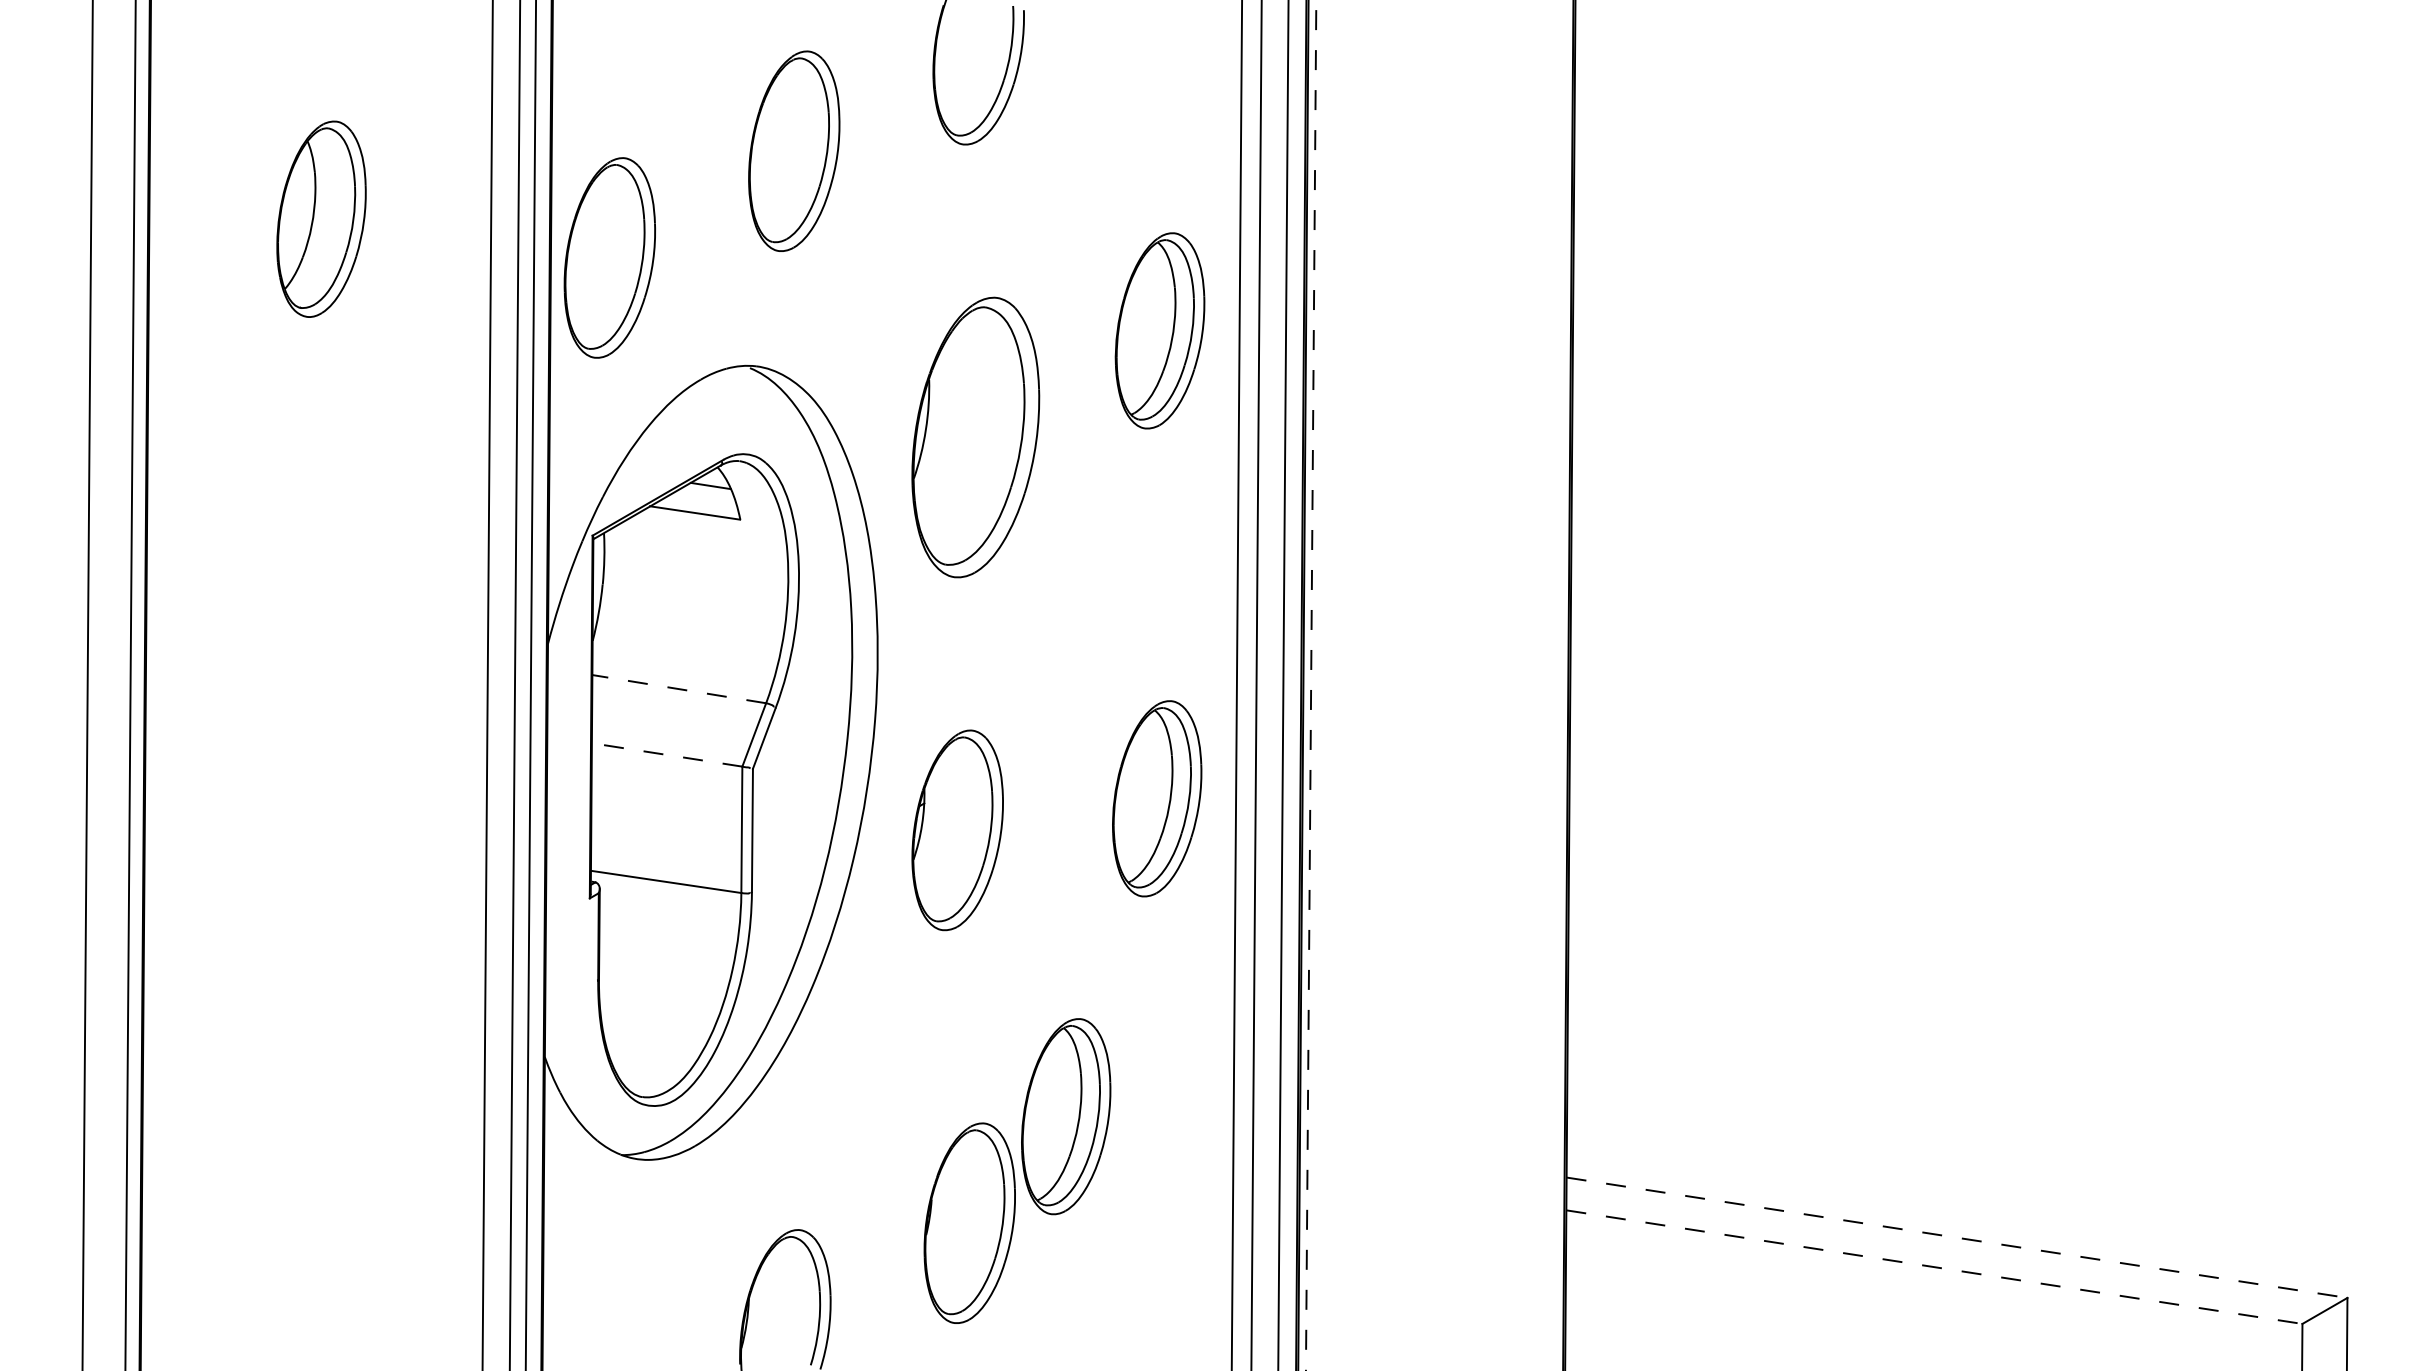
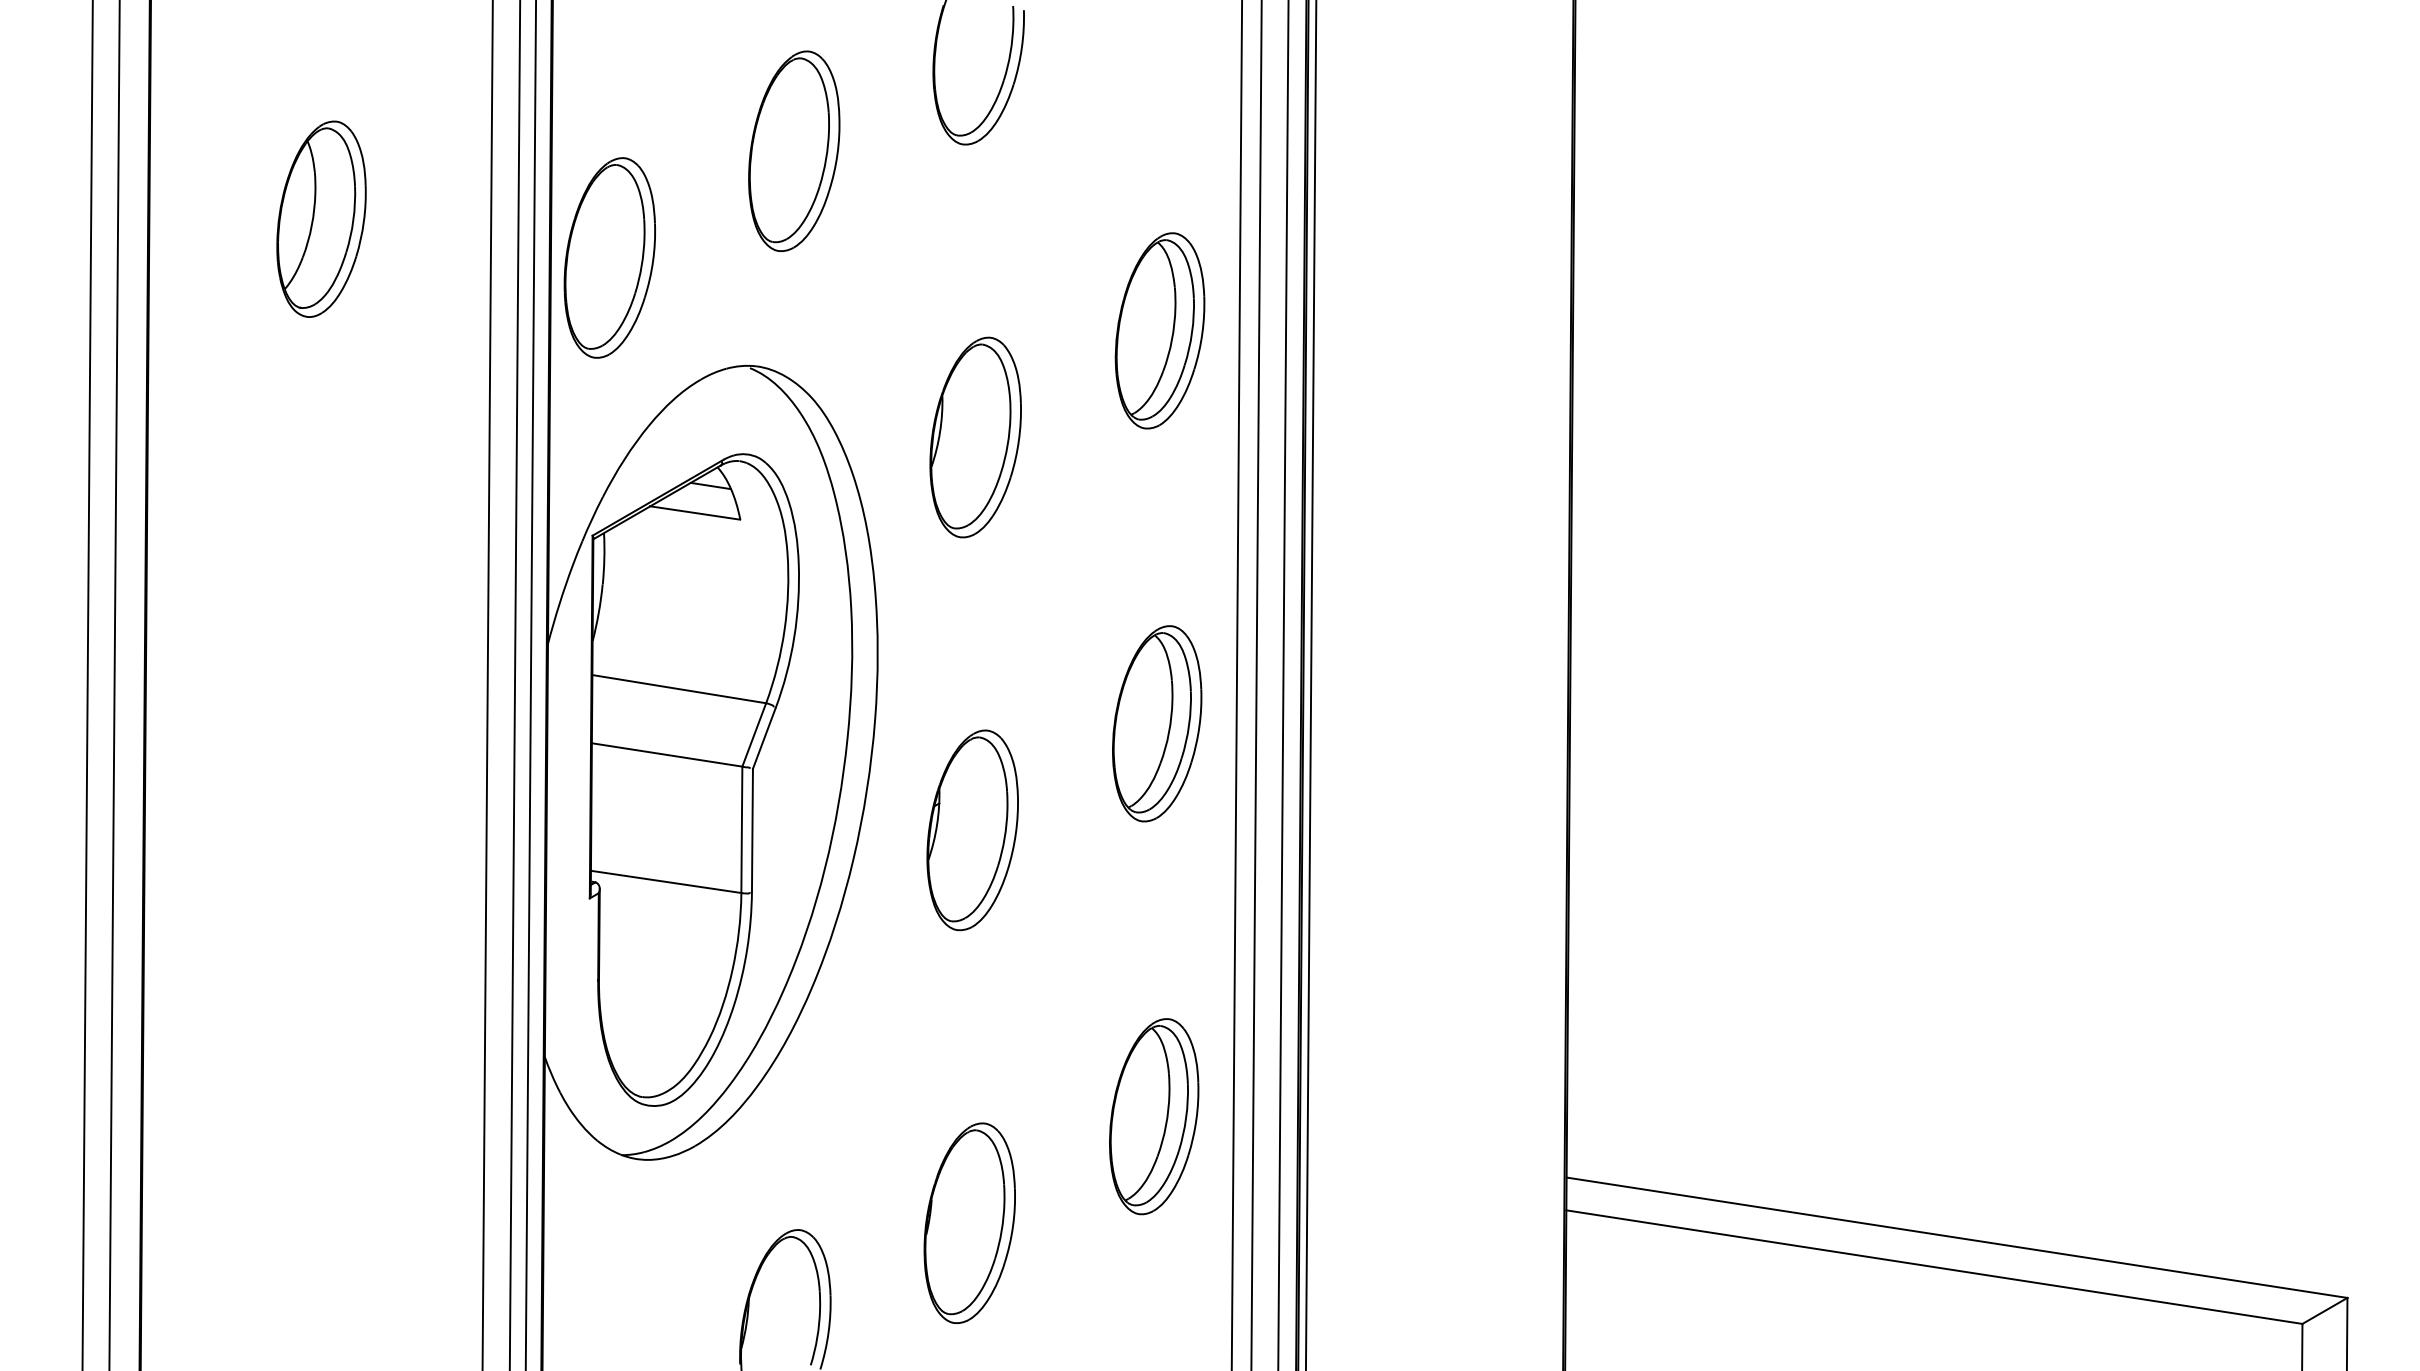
part at (975, 437) size: 130x283 px -> 93x203 px
line at (130, 684) position: (130, 684) -> (114, 684)
line at (1311, 685): dashed -> solid
line at (678, 689): dashed -> solid
line at (666, 754): dashed -> solid
part at (1157, 798) position: (1157, 798) -> (1157, 723)
part at (957, 830) position: (957, 830) -> (972, 830)
part at (1066, 1116) position: (1066, 1116) -> (1154, 1116)
line at (1957, 1237): dashed -> solid
line at (1934, 1267): dashed -> solid
